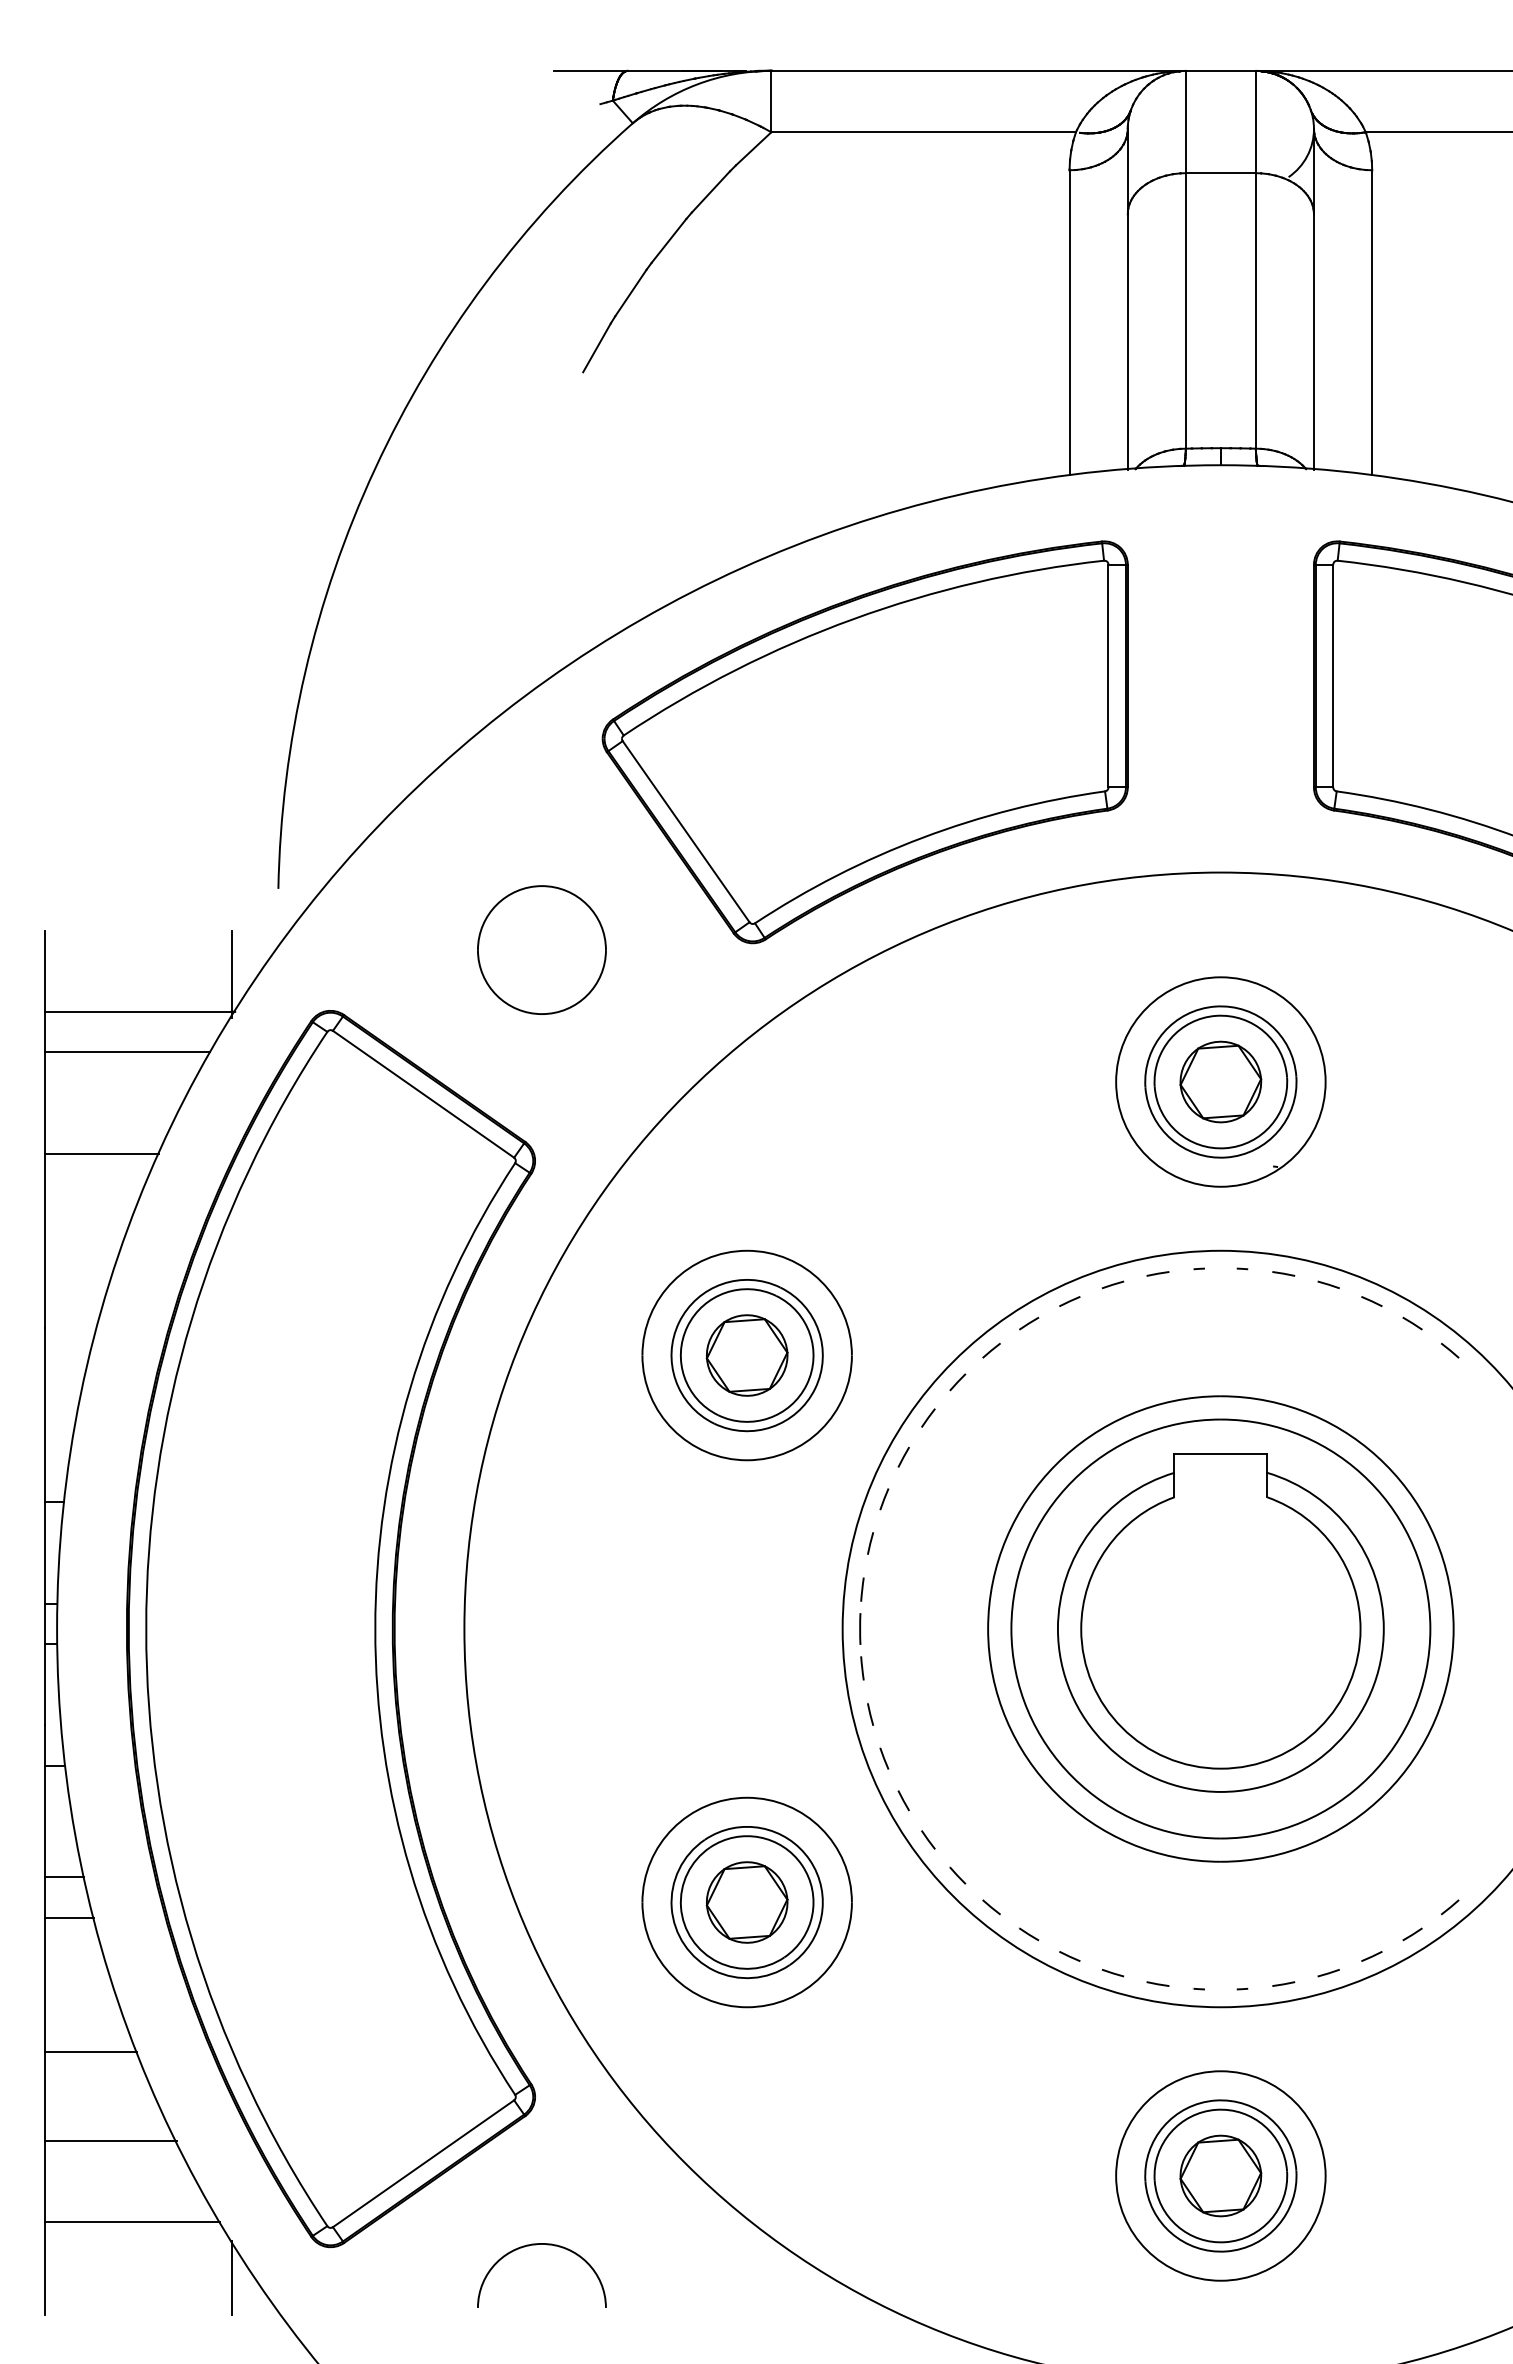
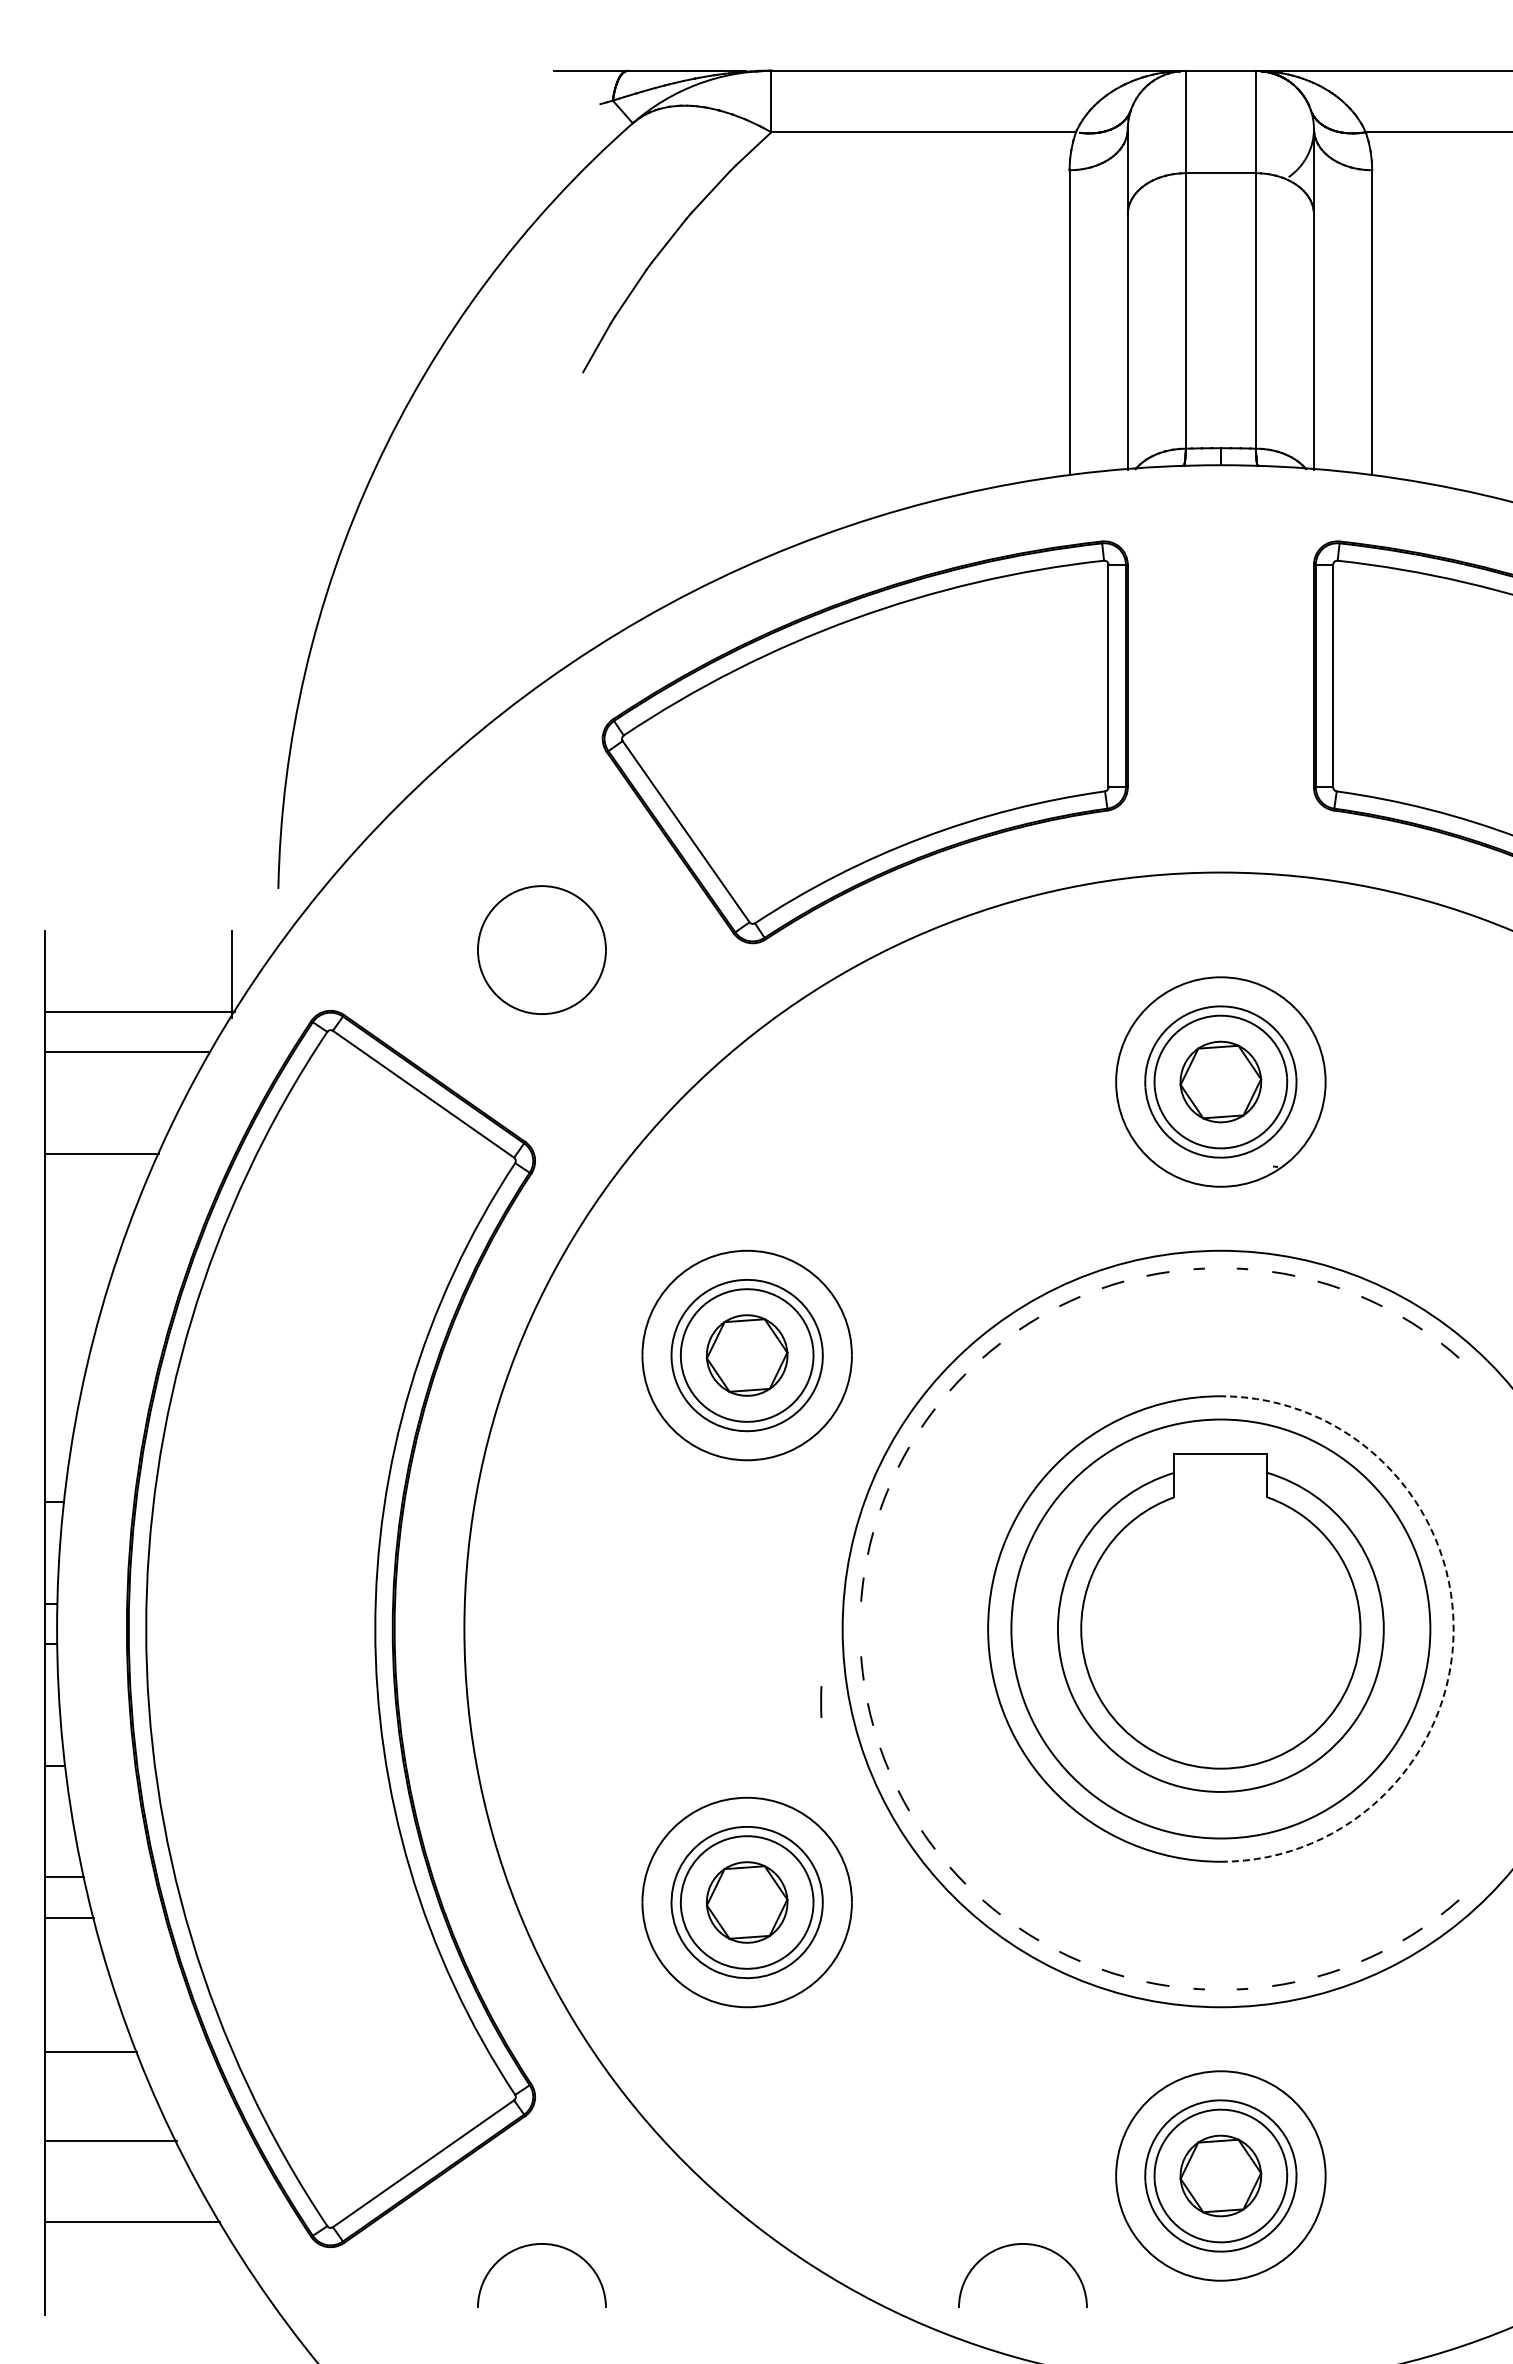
line at (860, 1628) position: (860, 1628) -> (821, 1701)
arc at (1453, 1629): solid -> dashed
arc at (1017, 2245): none -> present
line at (231, 2277): present -> none
